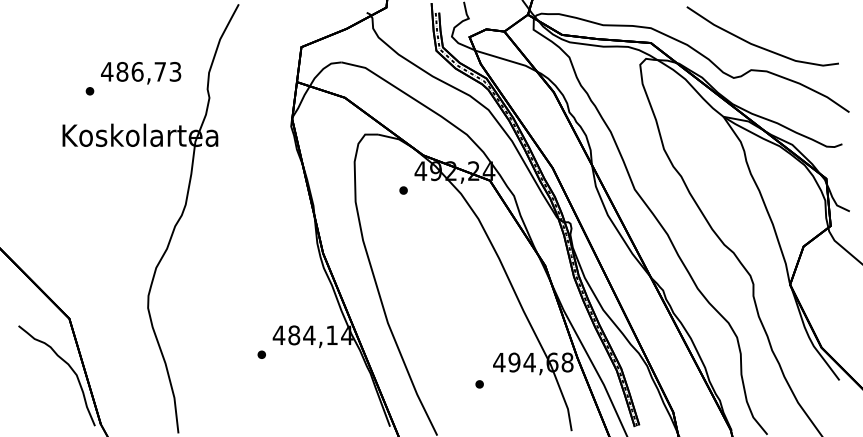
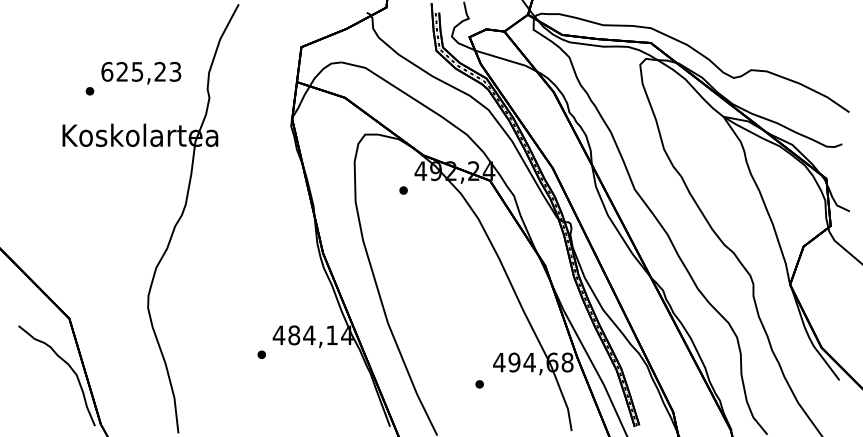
curve at (758, 45): present -> none
text at (133, 71): 486,73 -> 625,23
